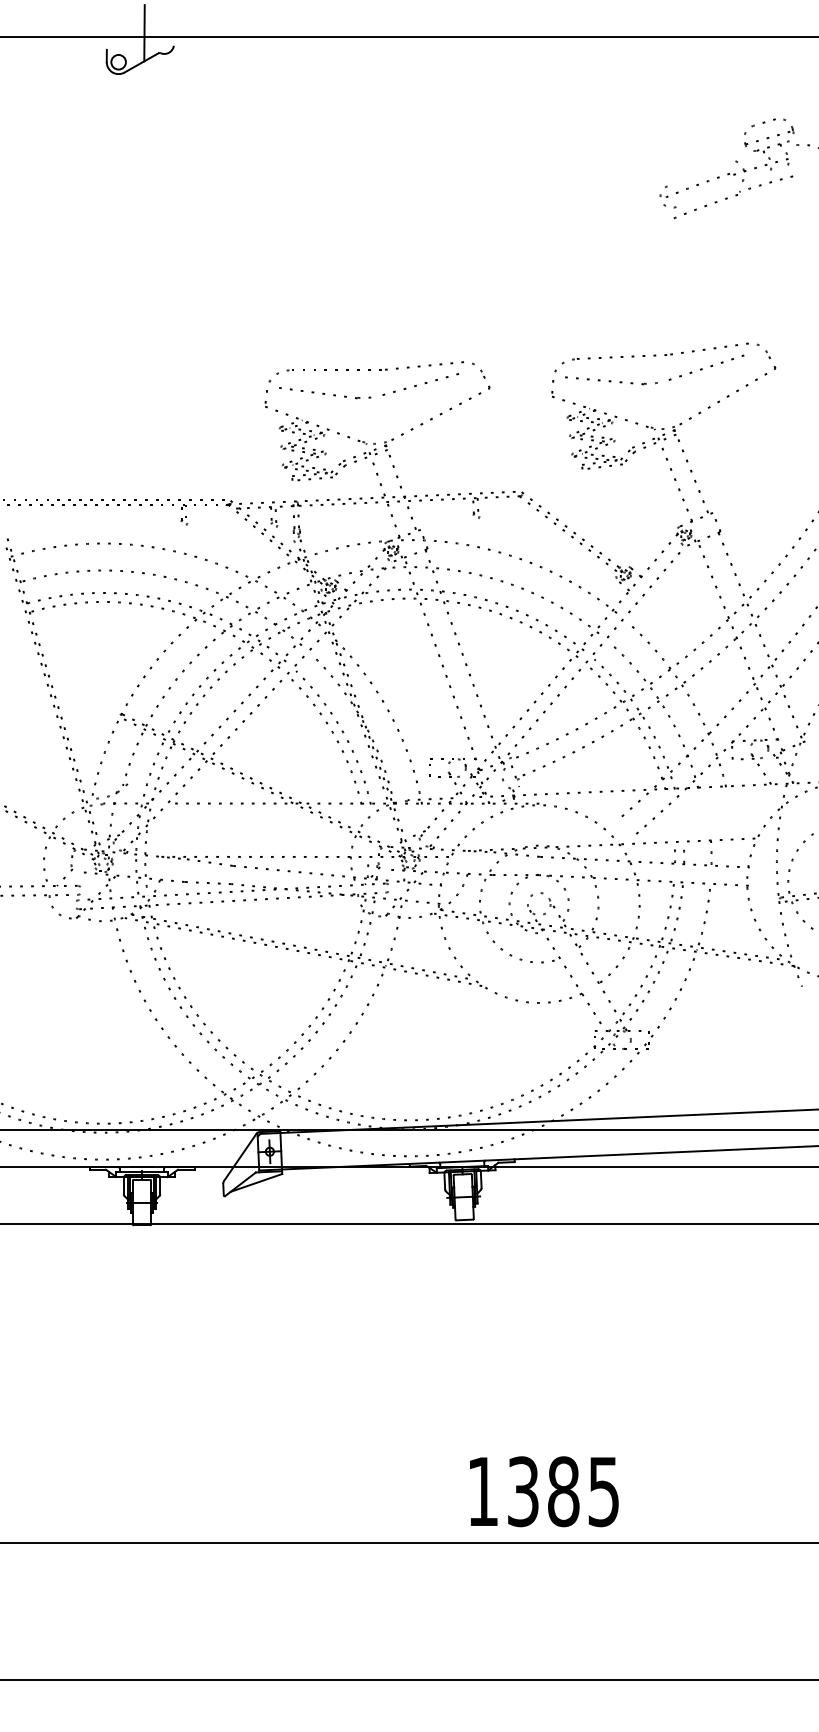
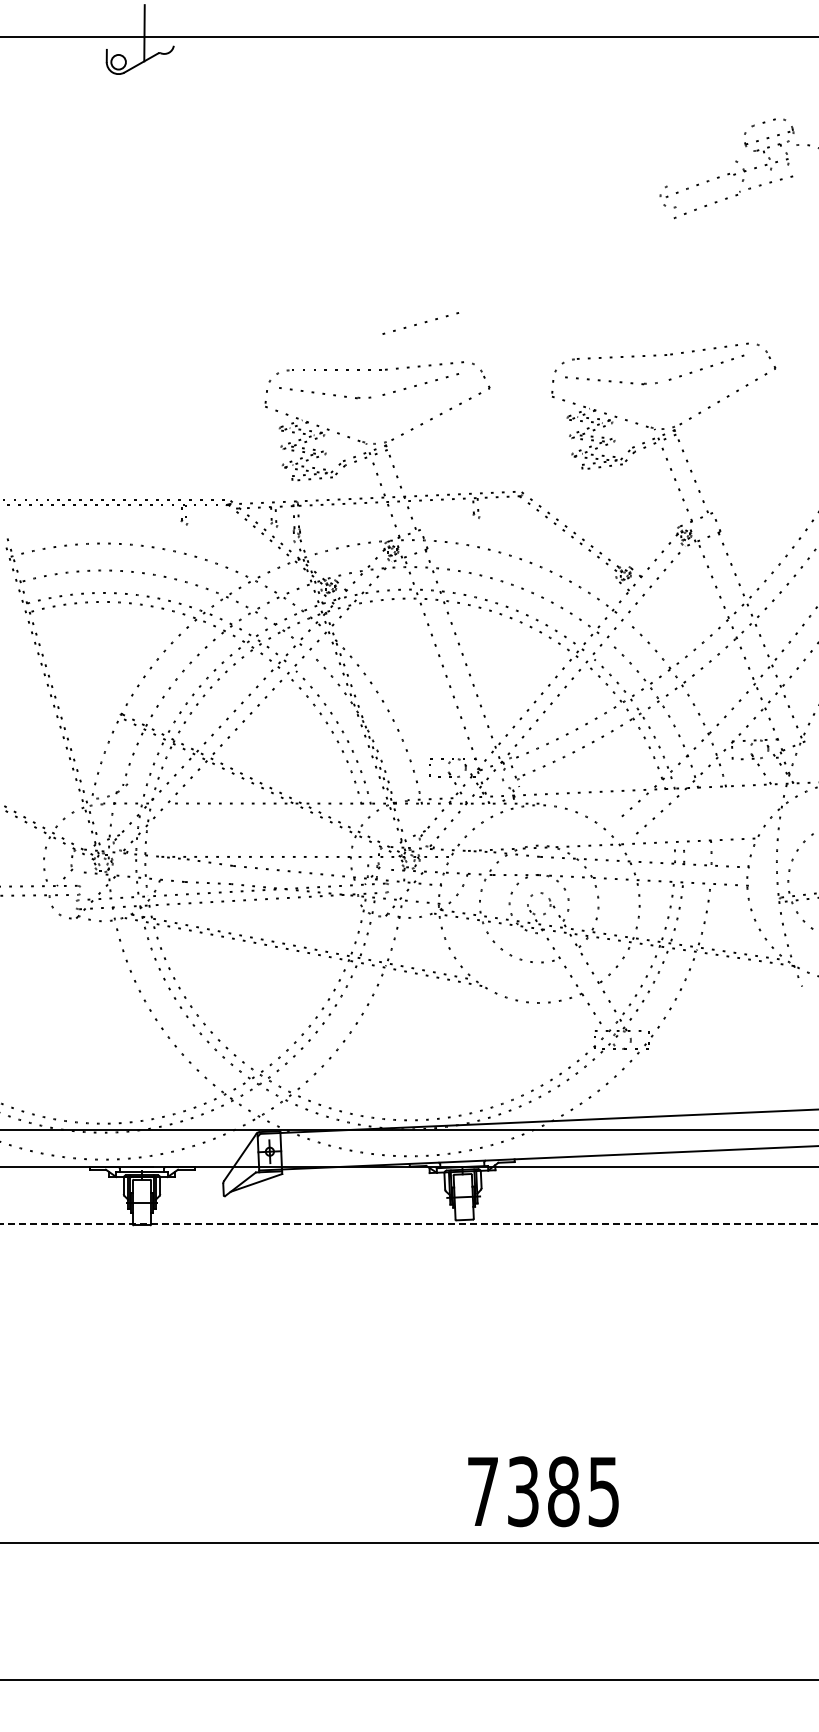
line at (416, 323): none -> present
line at (409, 1223): solid -> dashed
text at (482, 1491): 1385 -> 7385
